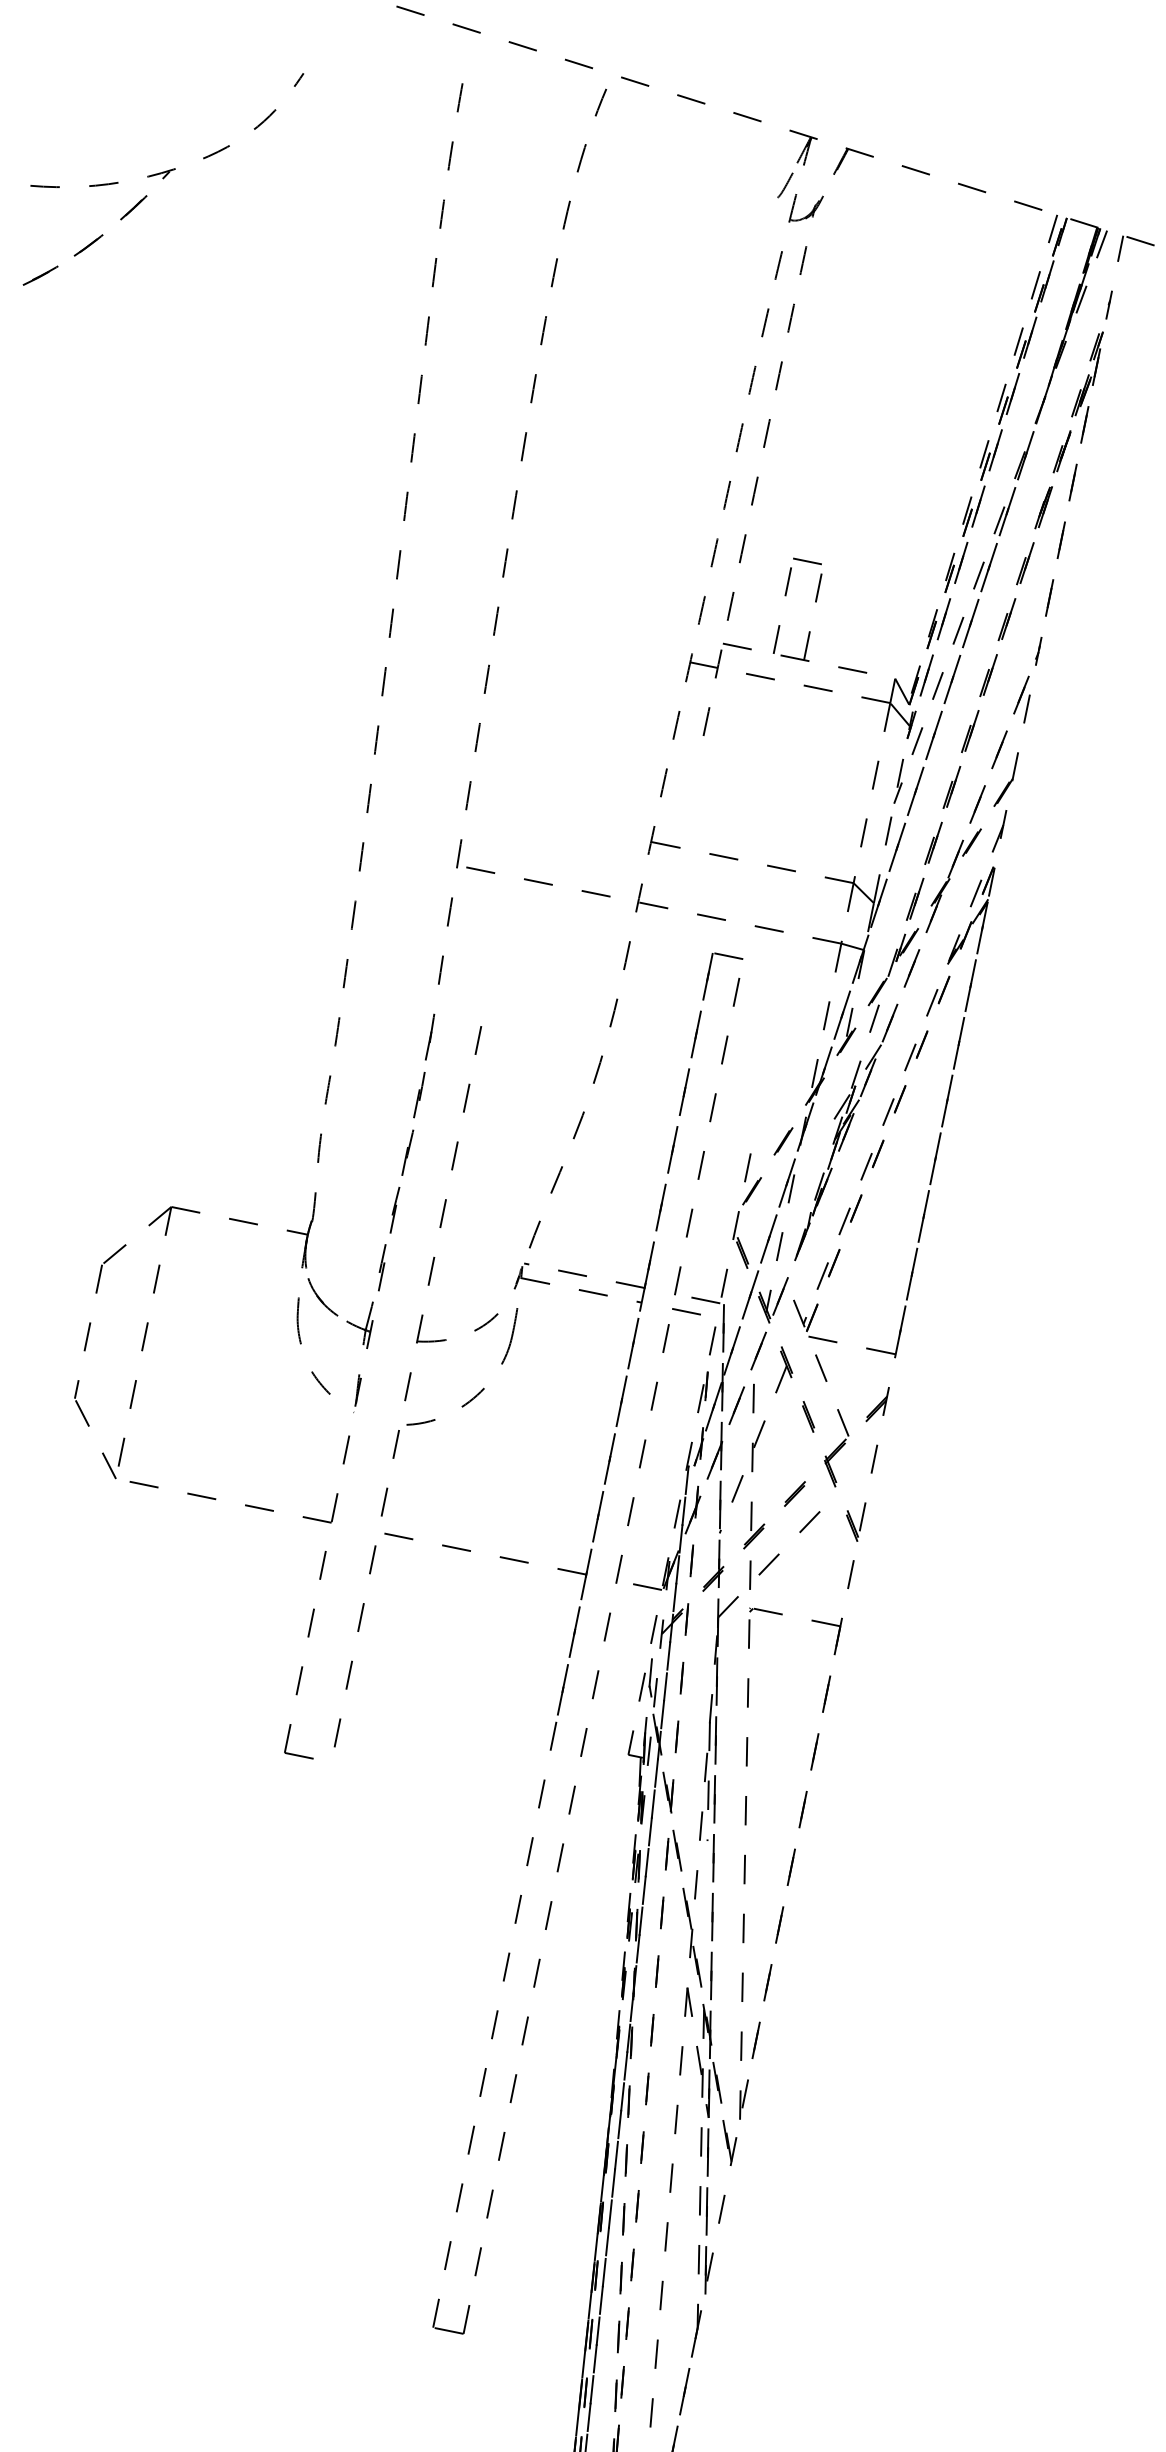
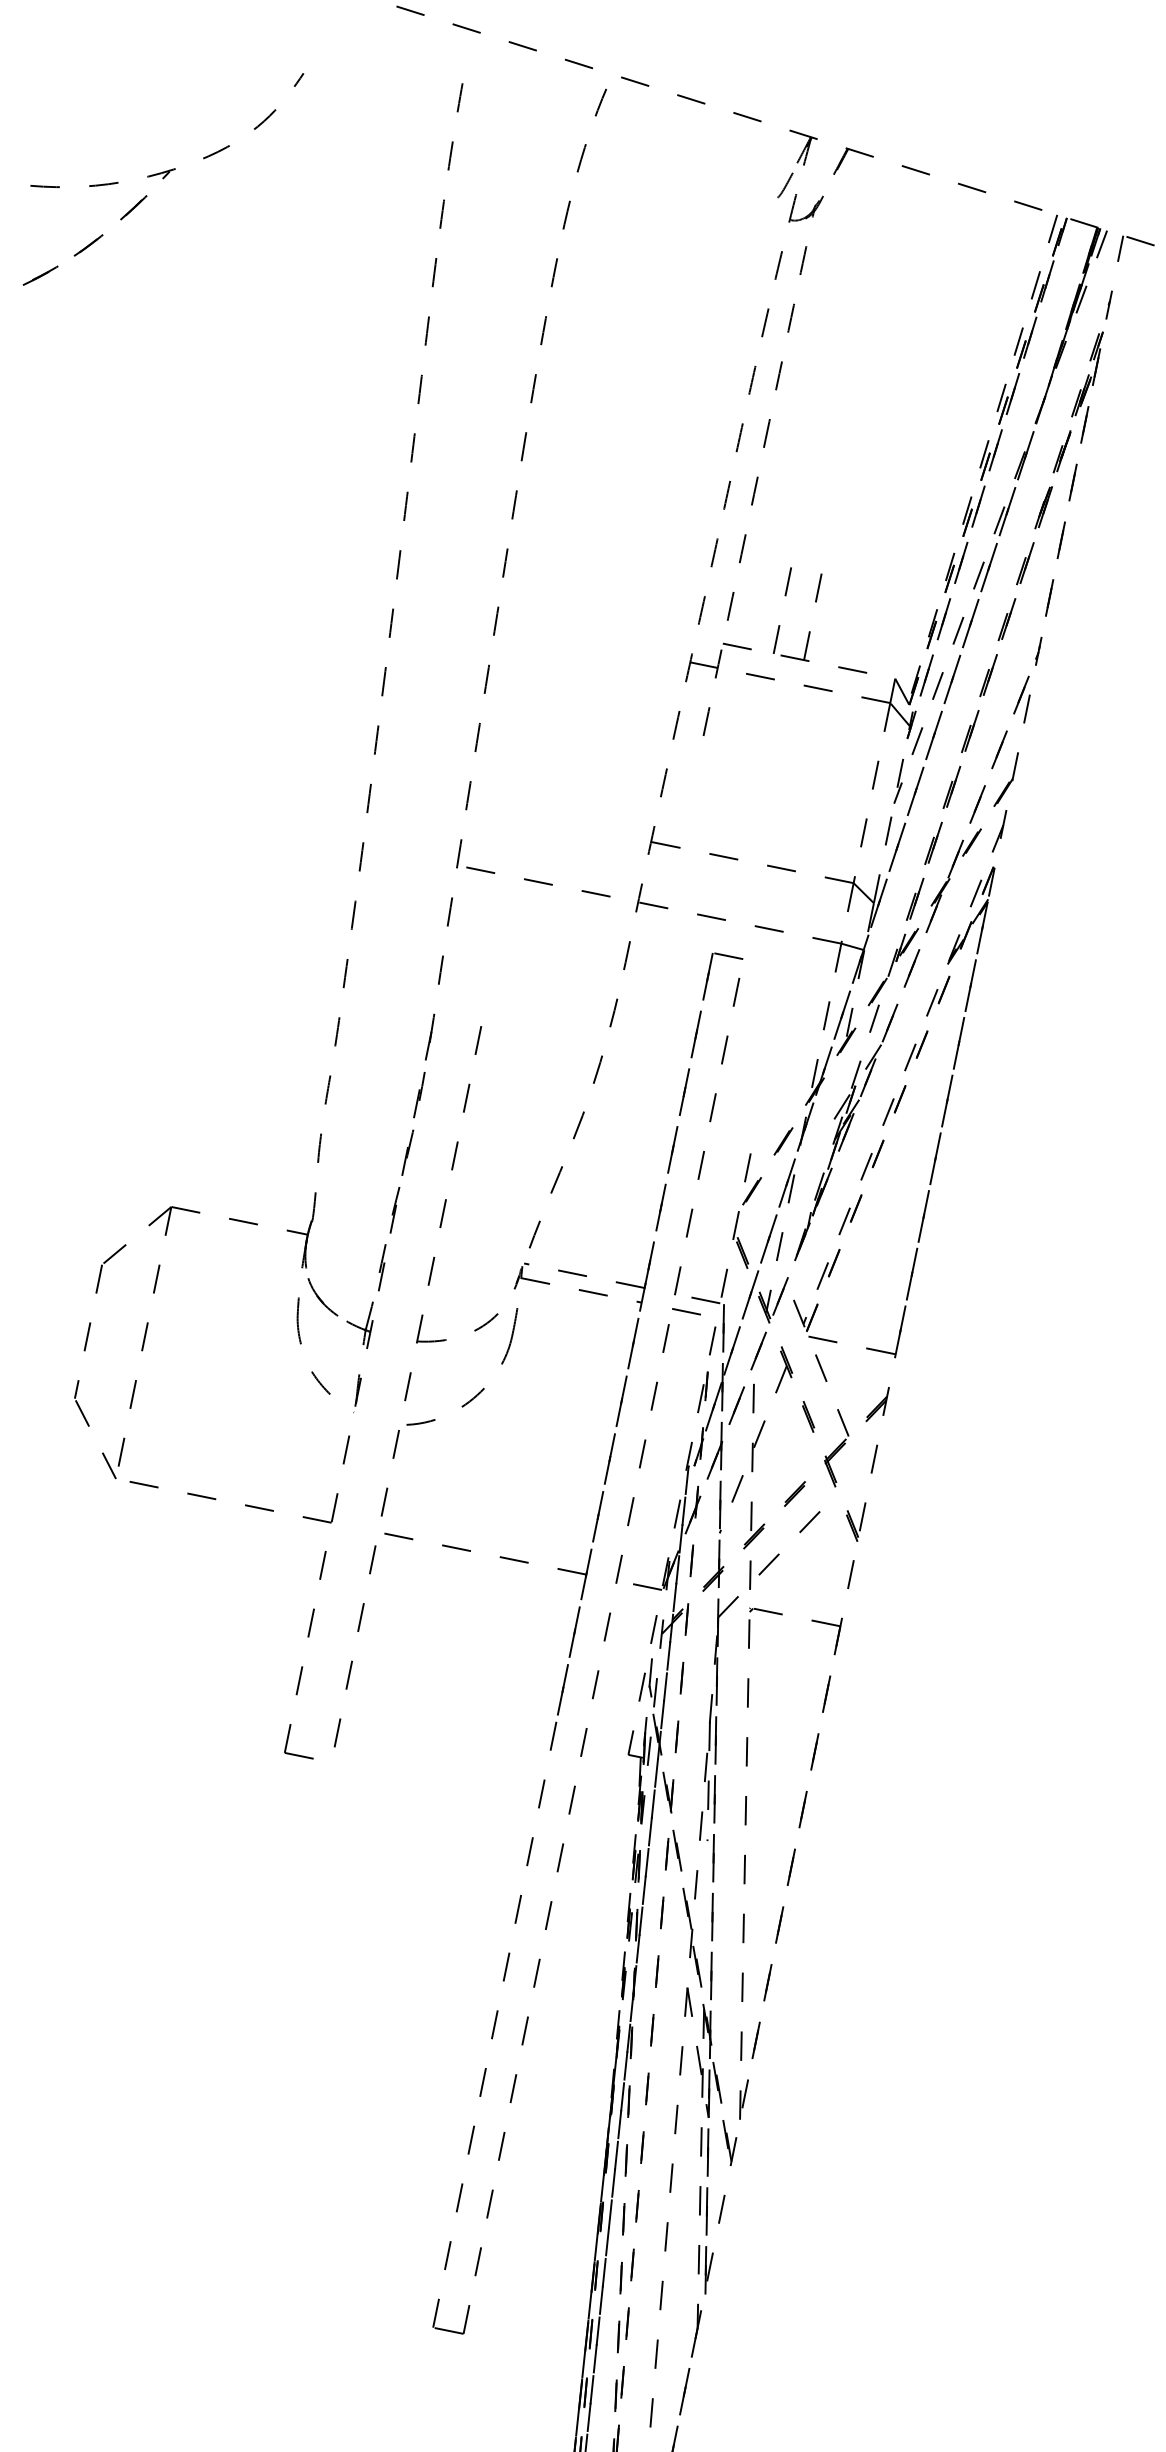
line at (807, 561): present -> none
